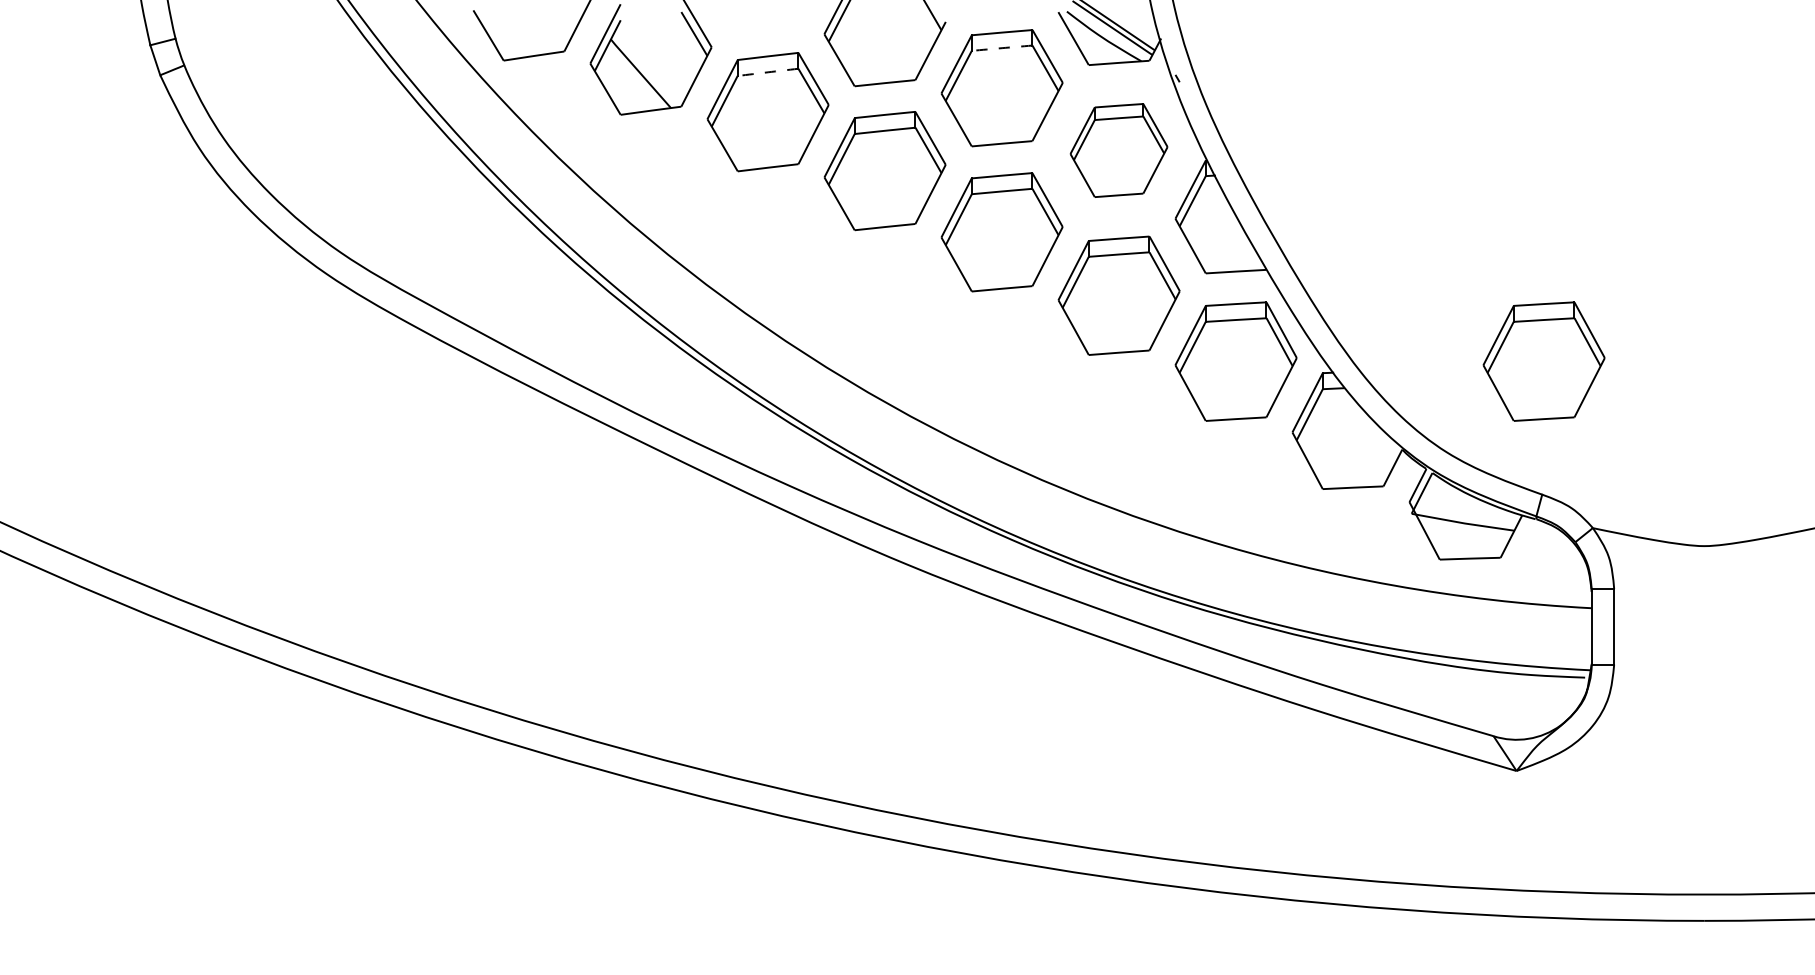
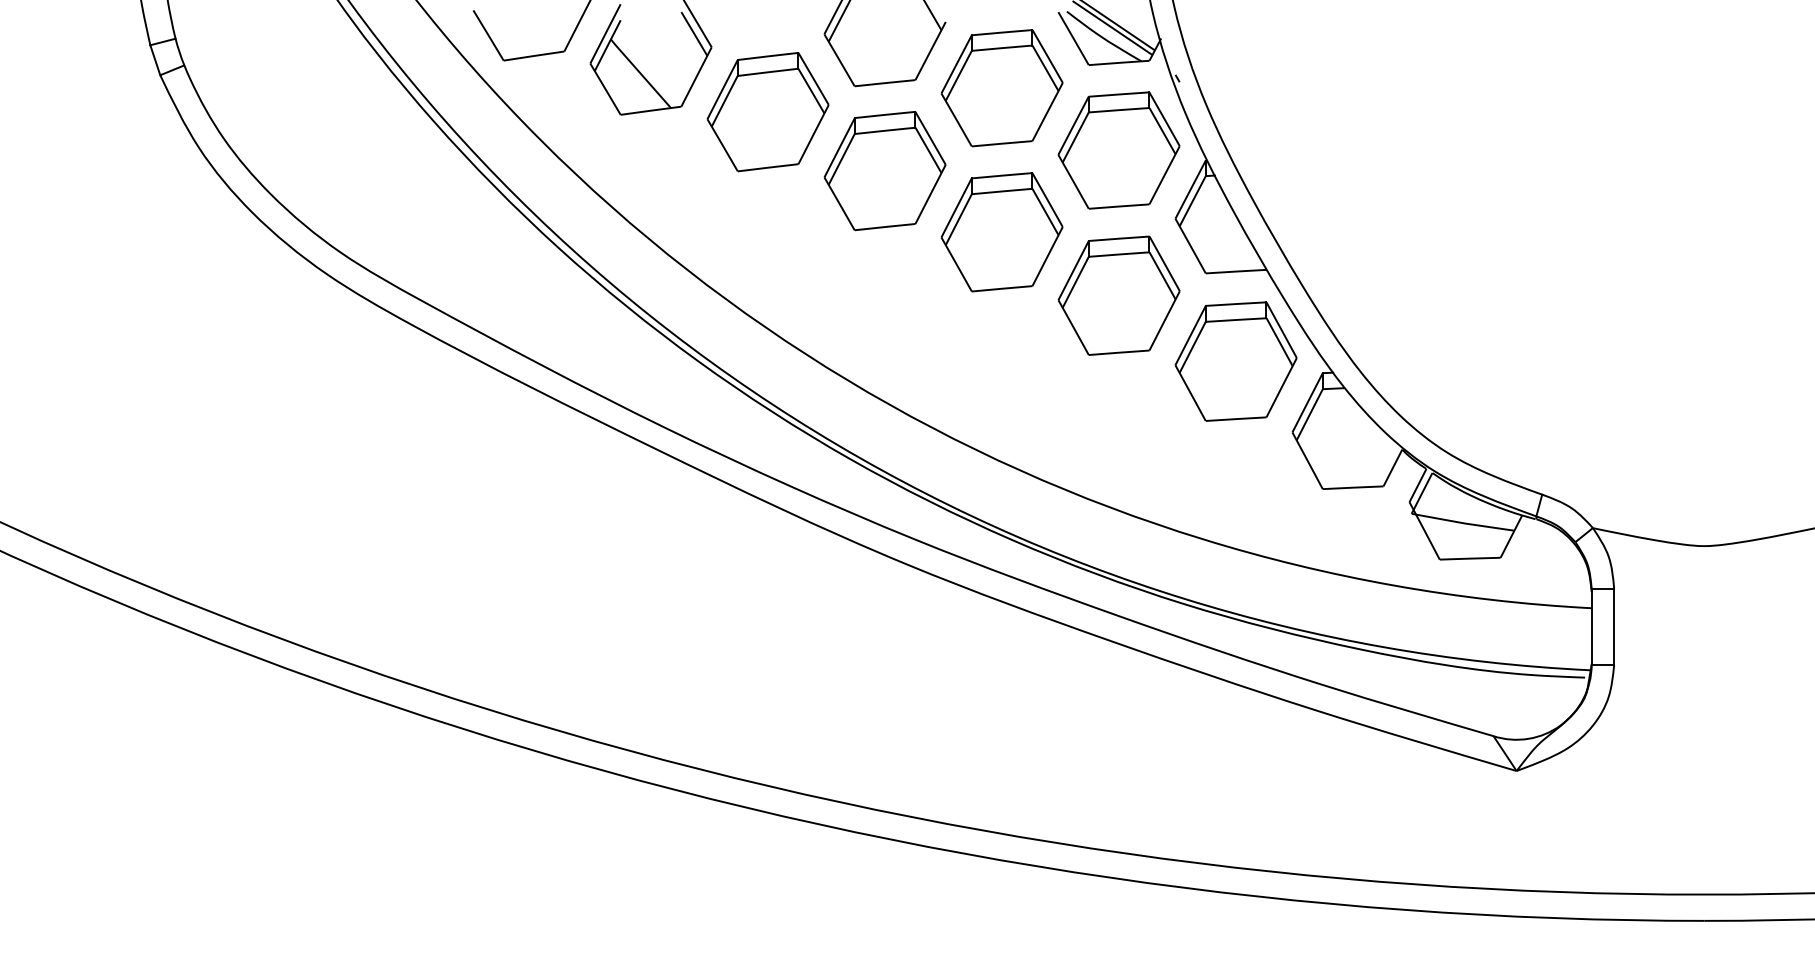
arc at (1002, 48): dashed -> solid
arc at (768, 72): dashed -> solid
part at (1118, 150) size: 100x95 px -> 124x119 px
part at (1543, 361): present -> none
